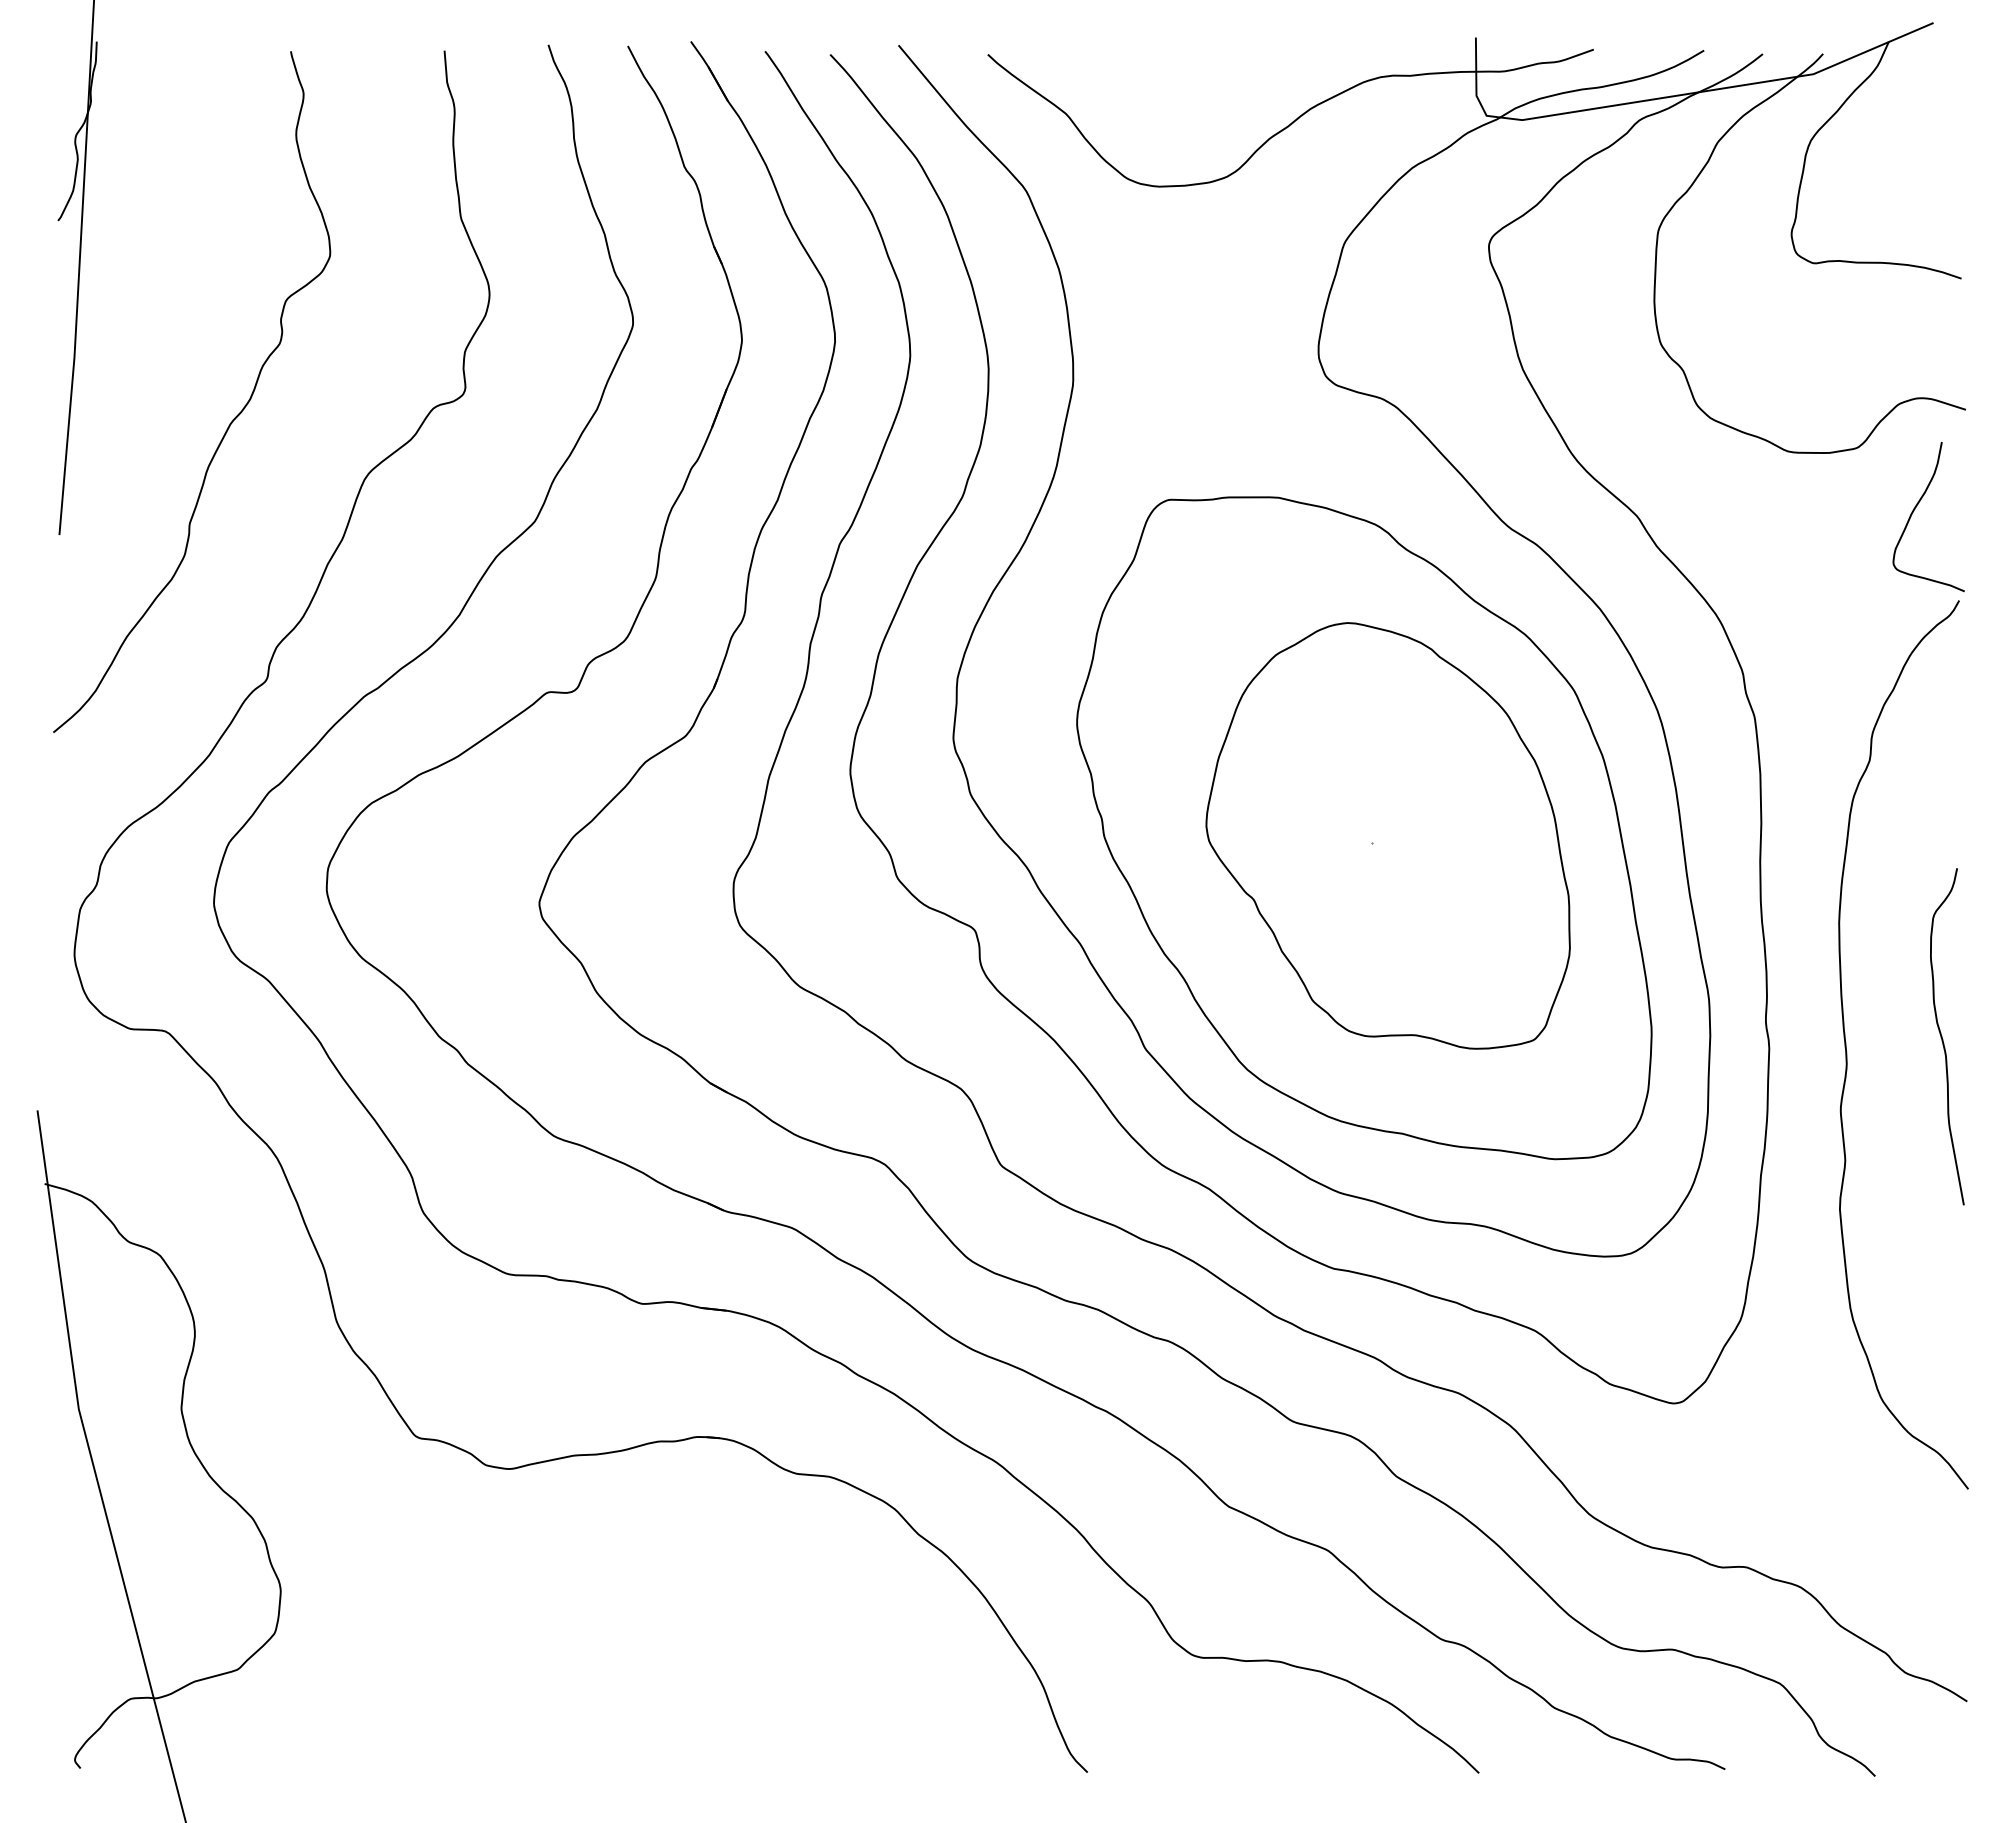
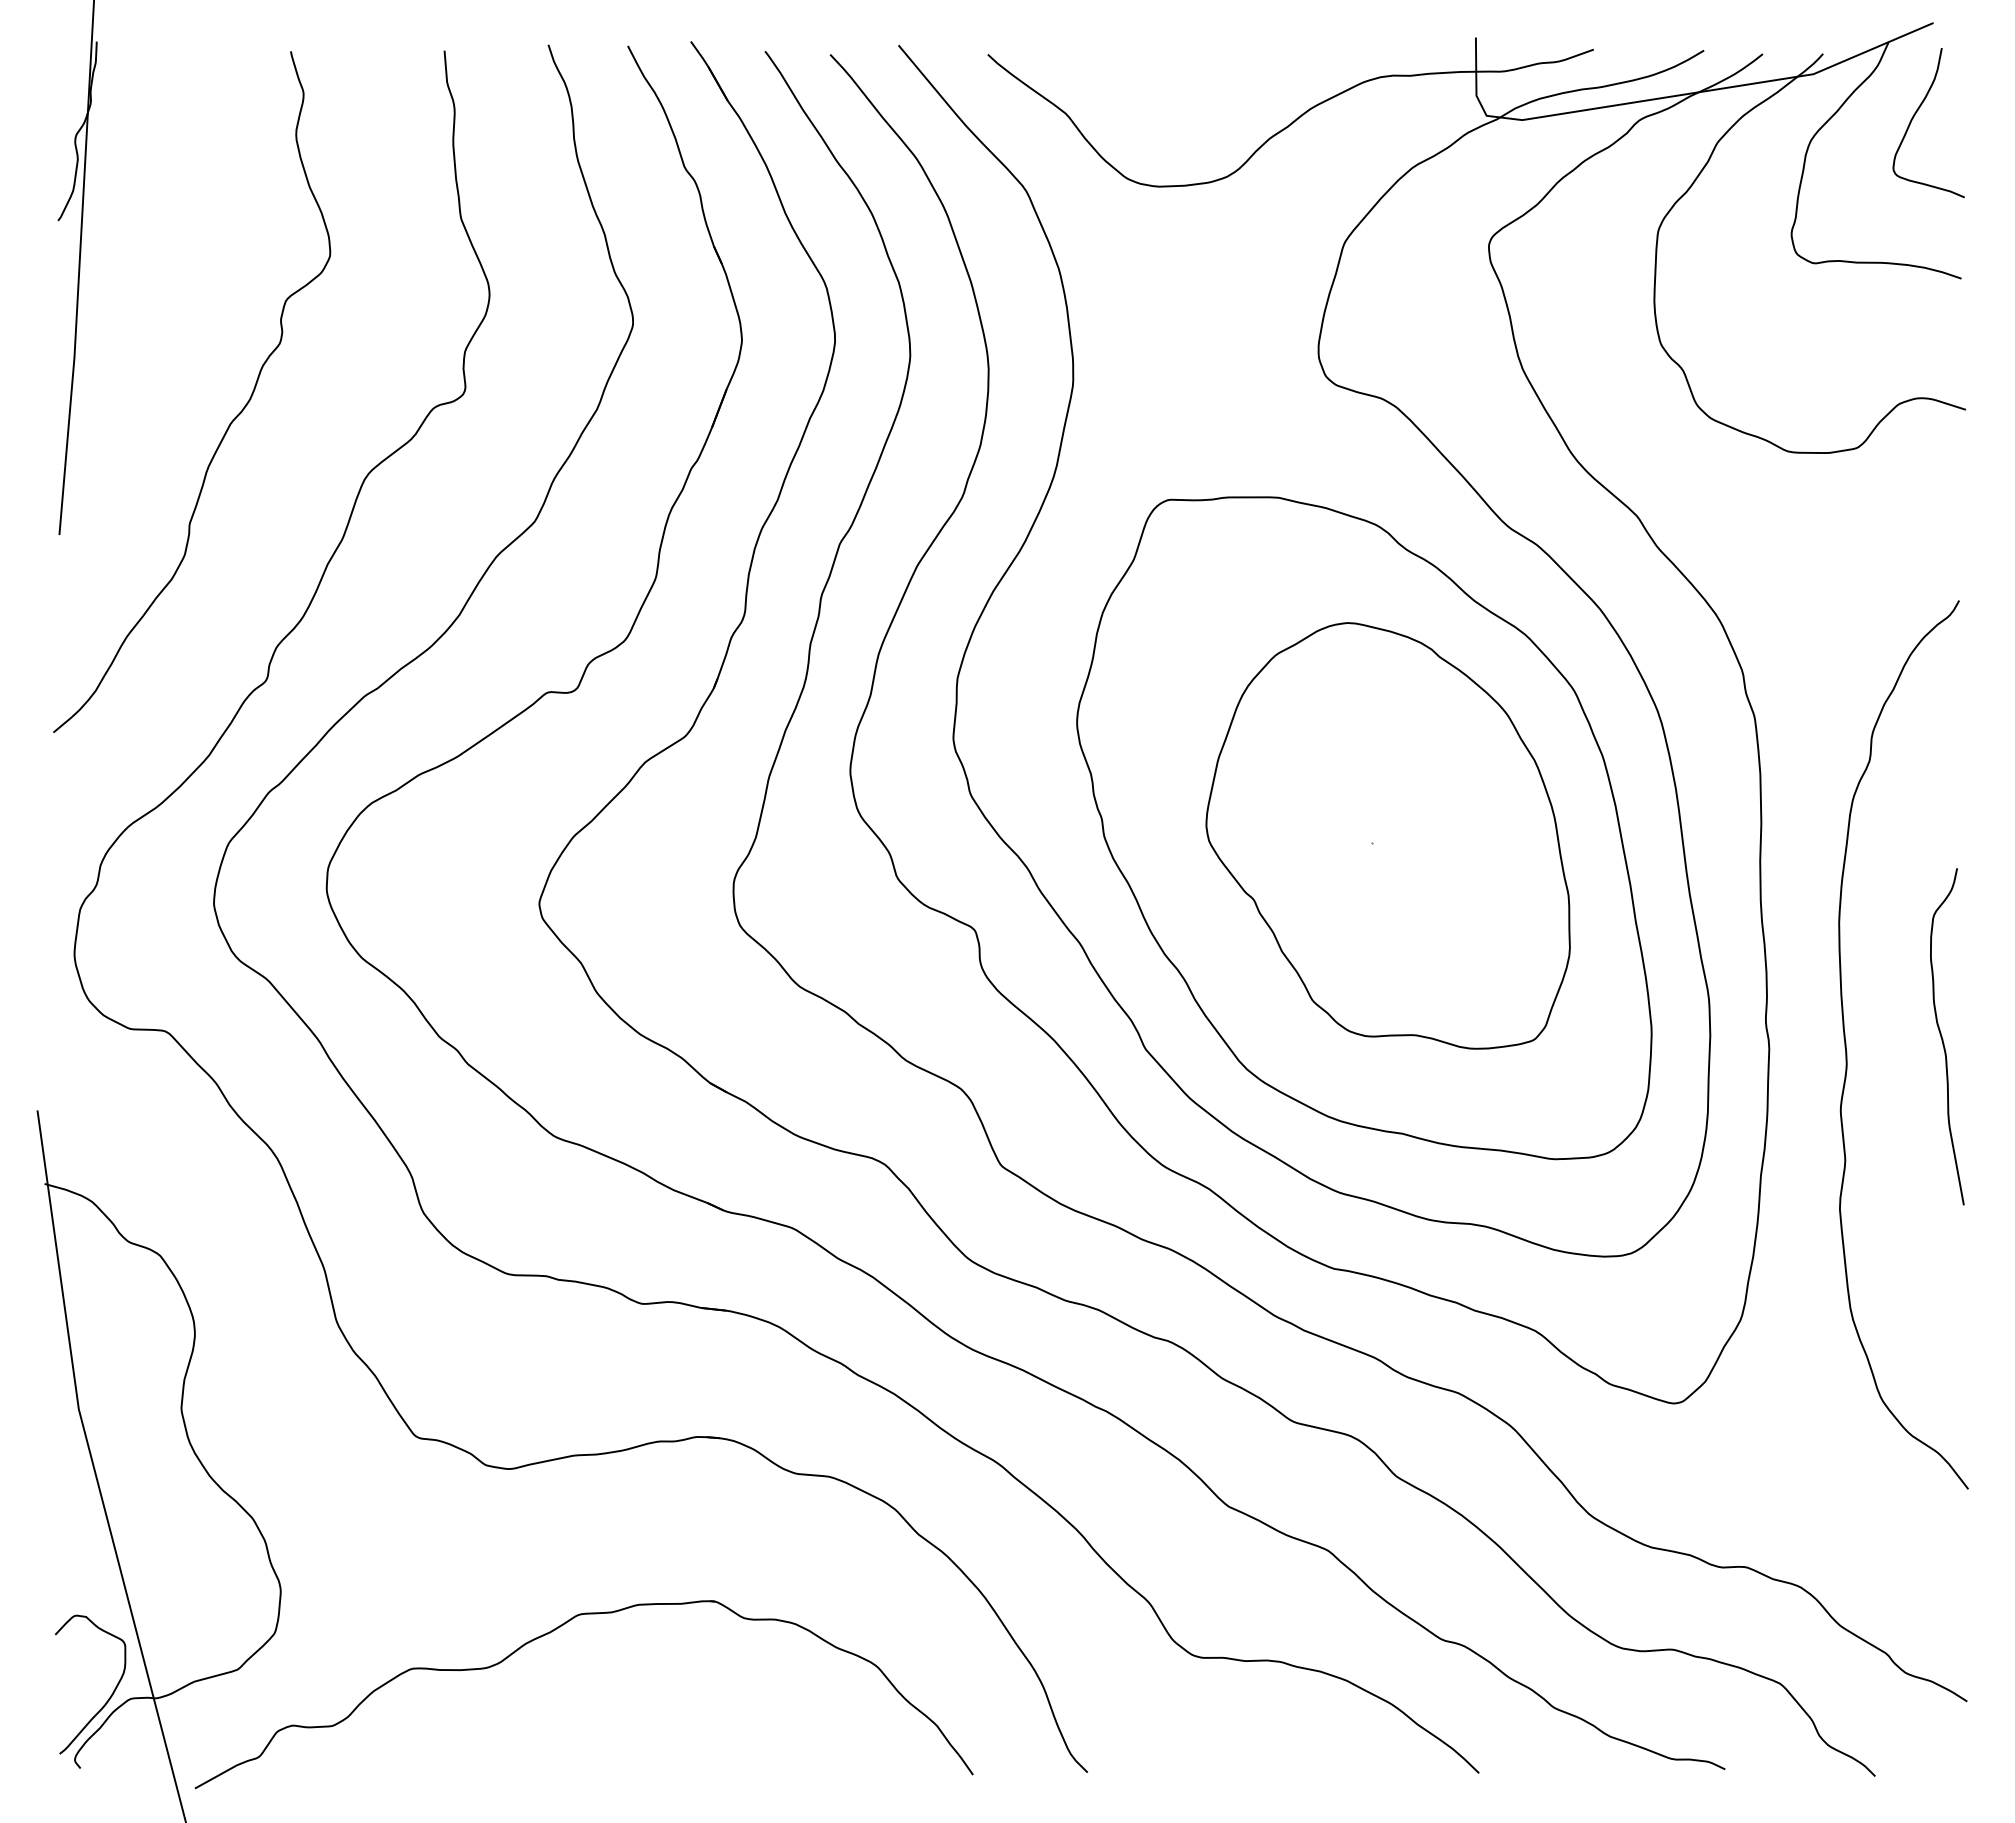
curve at (1914, 511) position: (1914, 511) -> (1914, 117)
part at (552, 1632): none -> present
curve at (108, 1698): none -> present
